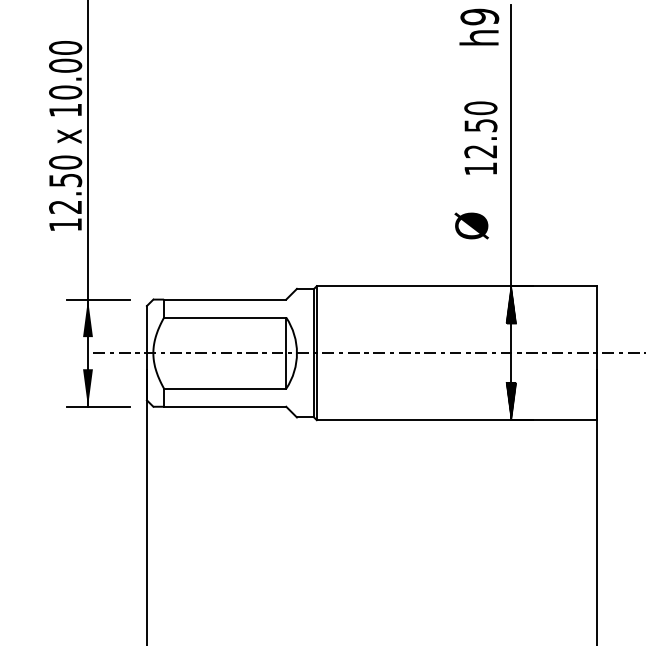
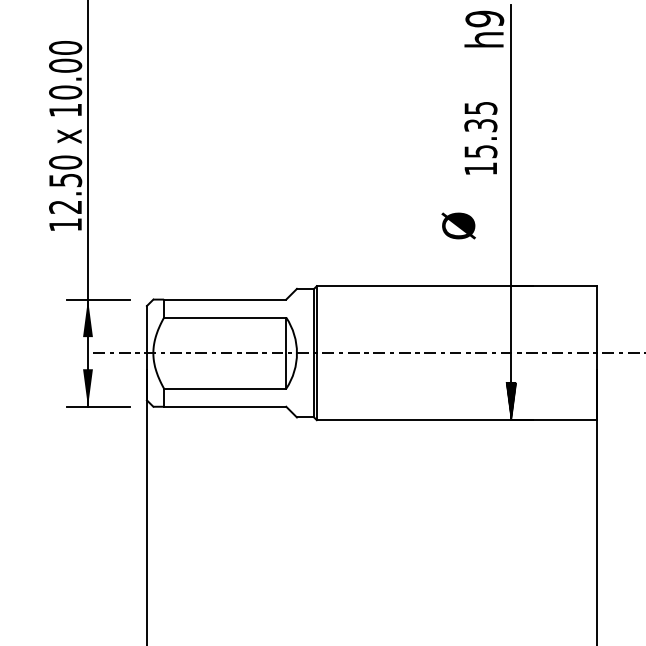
text at (479, 26) position: (479, 26) -> (484, 28)
text at (480, 129): 12.50 -> 15.35
text at (471, 225) position: (471, 225) -> (458, 225)
hatch at (511, 304): present -> none
